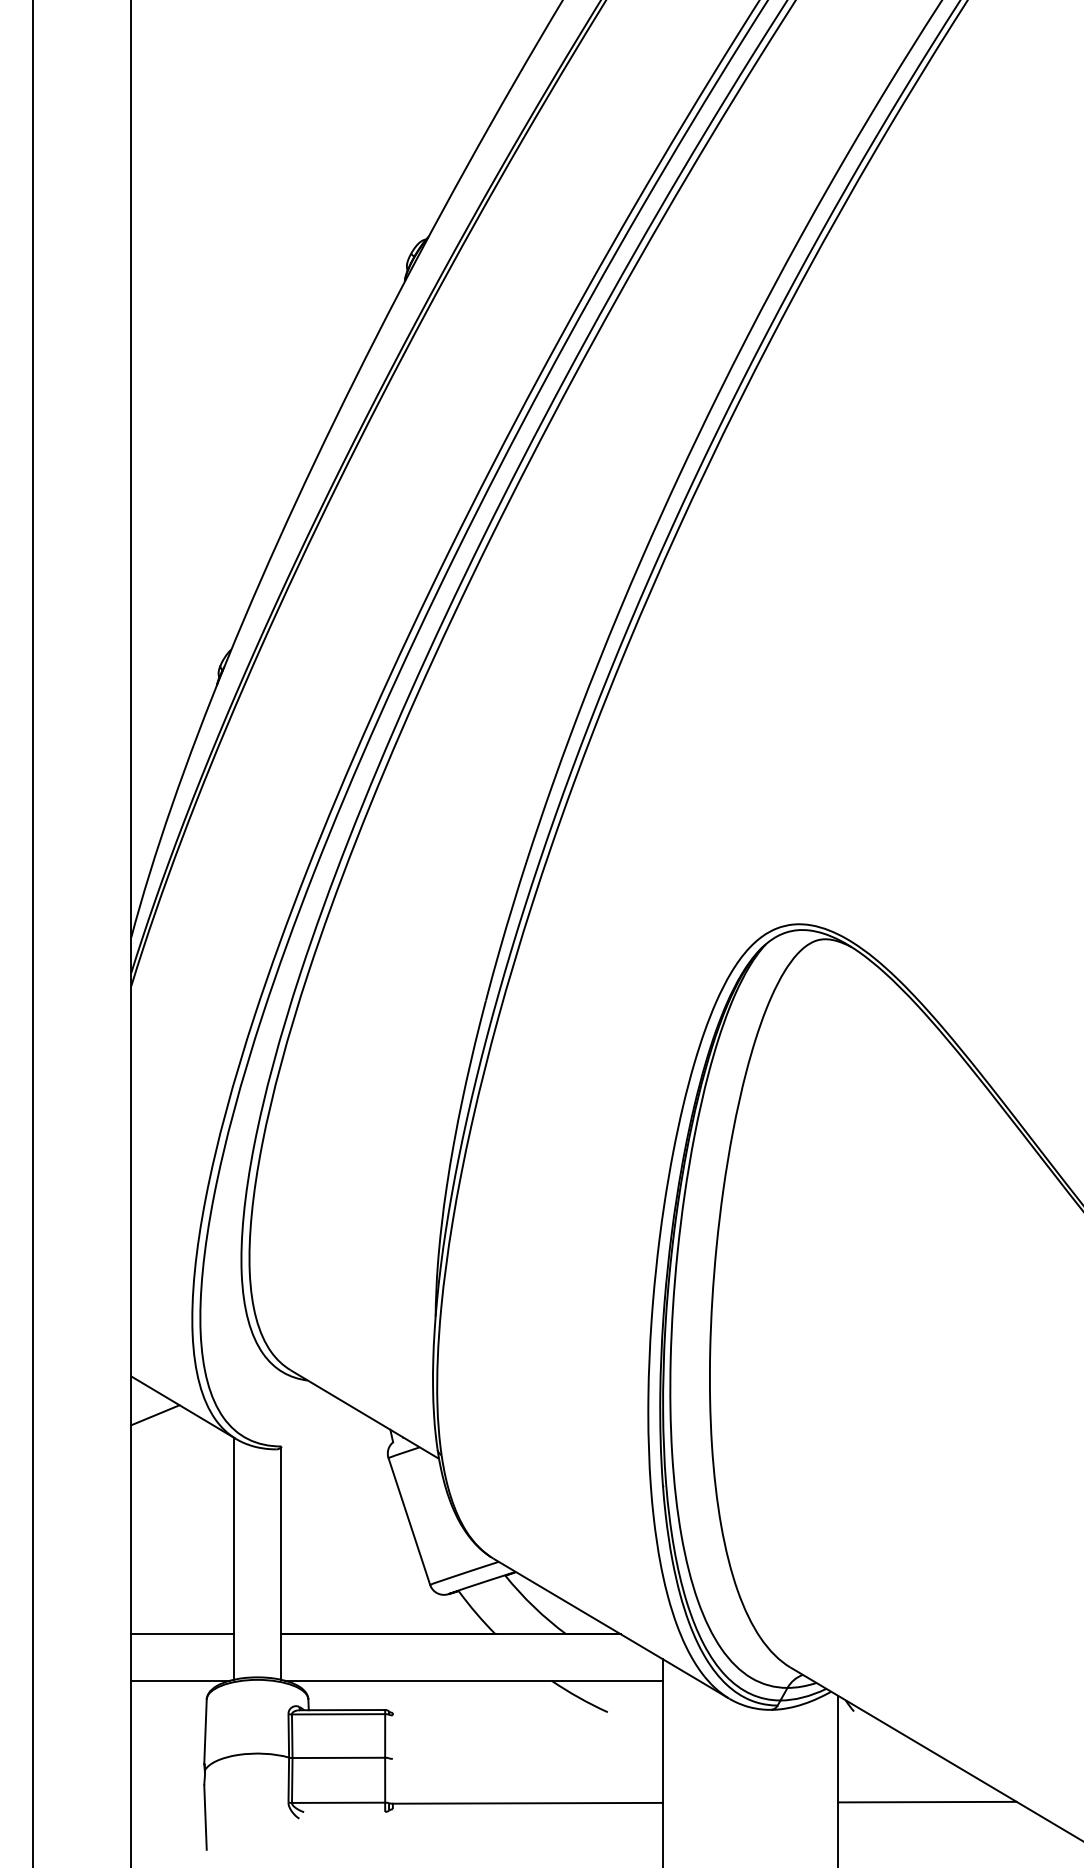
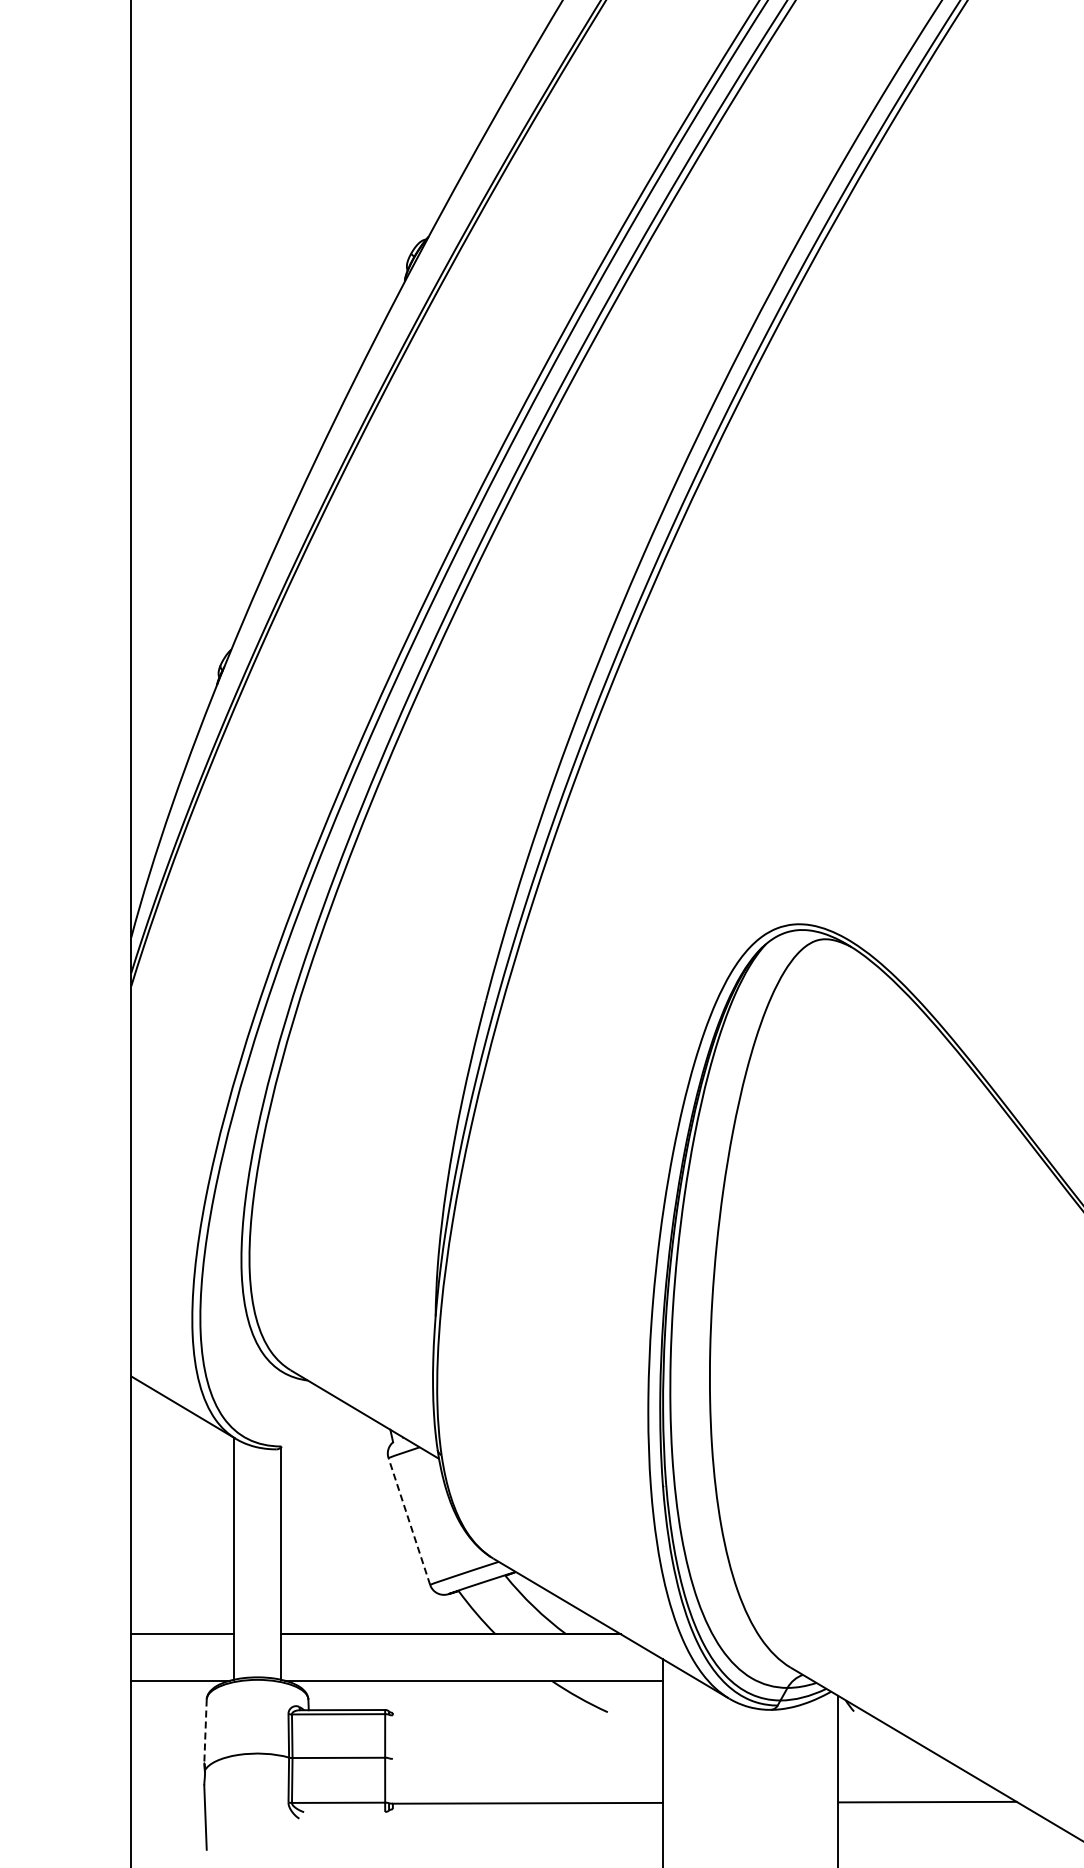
line at (32, 933): present -> none
line at (155, 1415): present -> none
line at (409, 1521): solid -> dashed
line at (205, 1732): solid -> dashed
